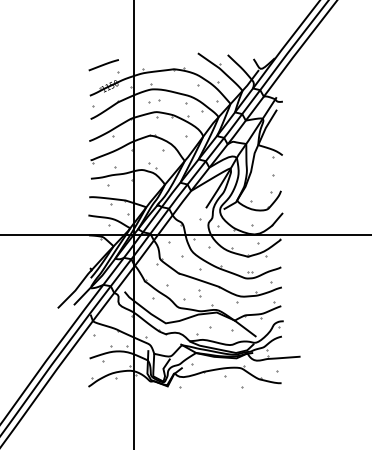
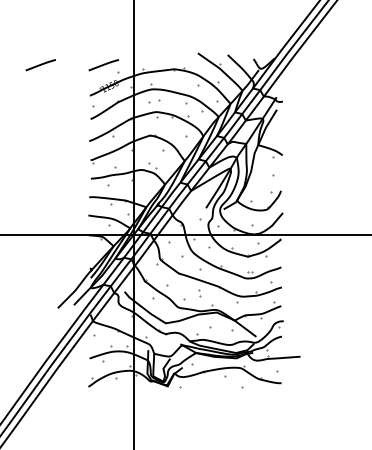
line at (40, 65): none -> present
